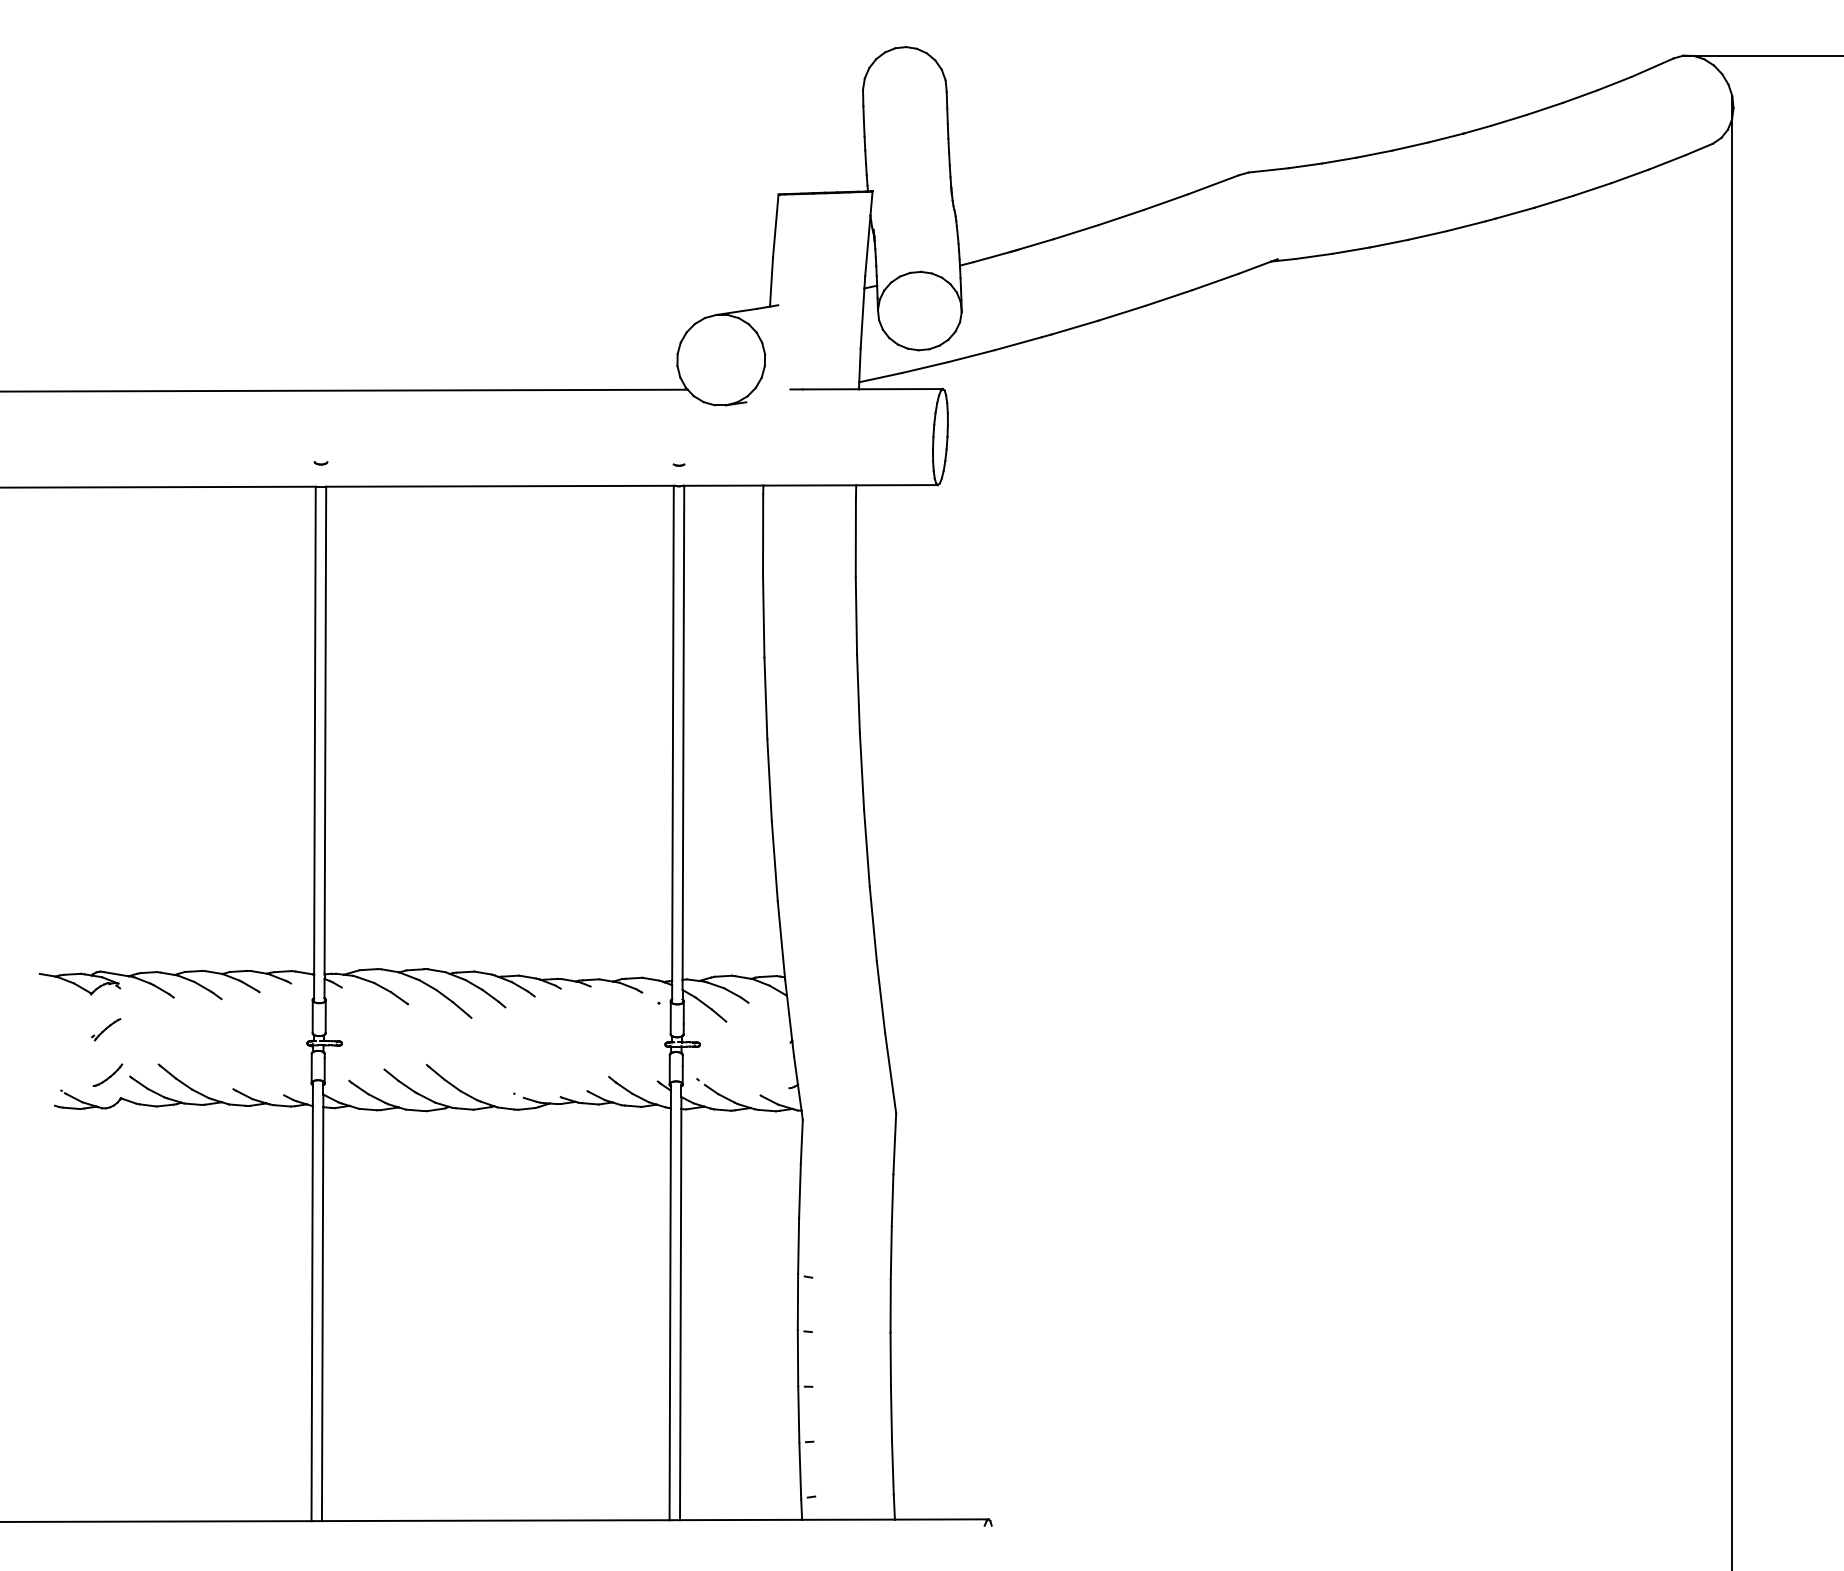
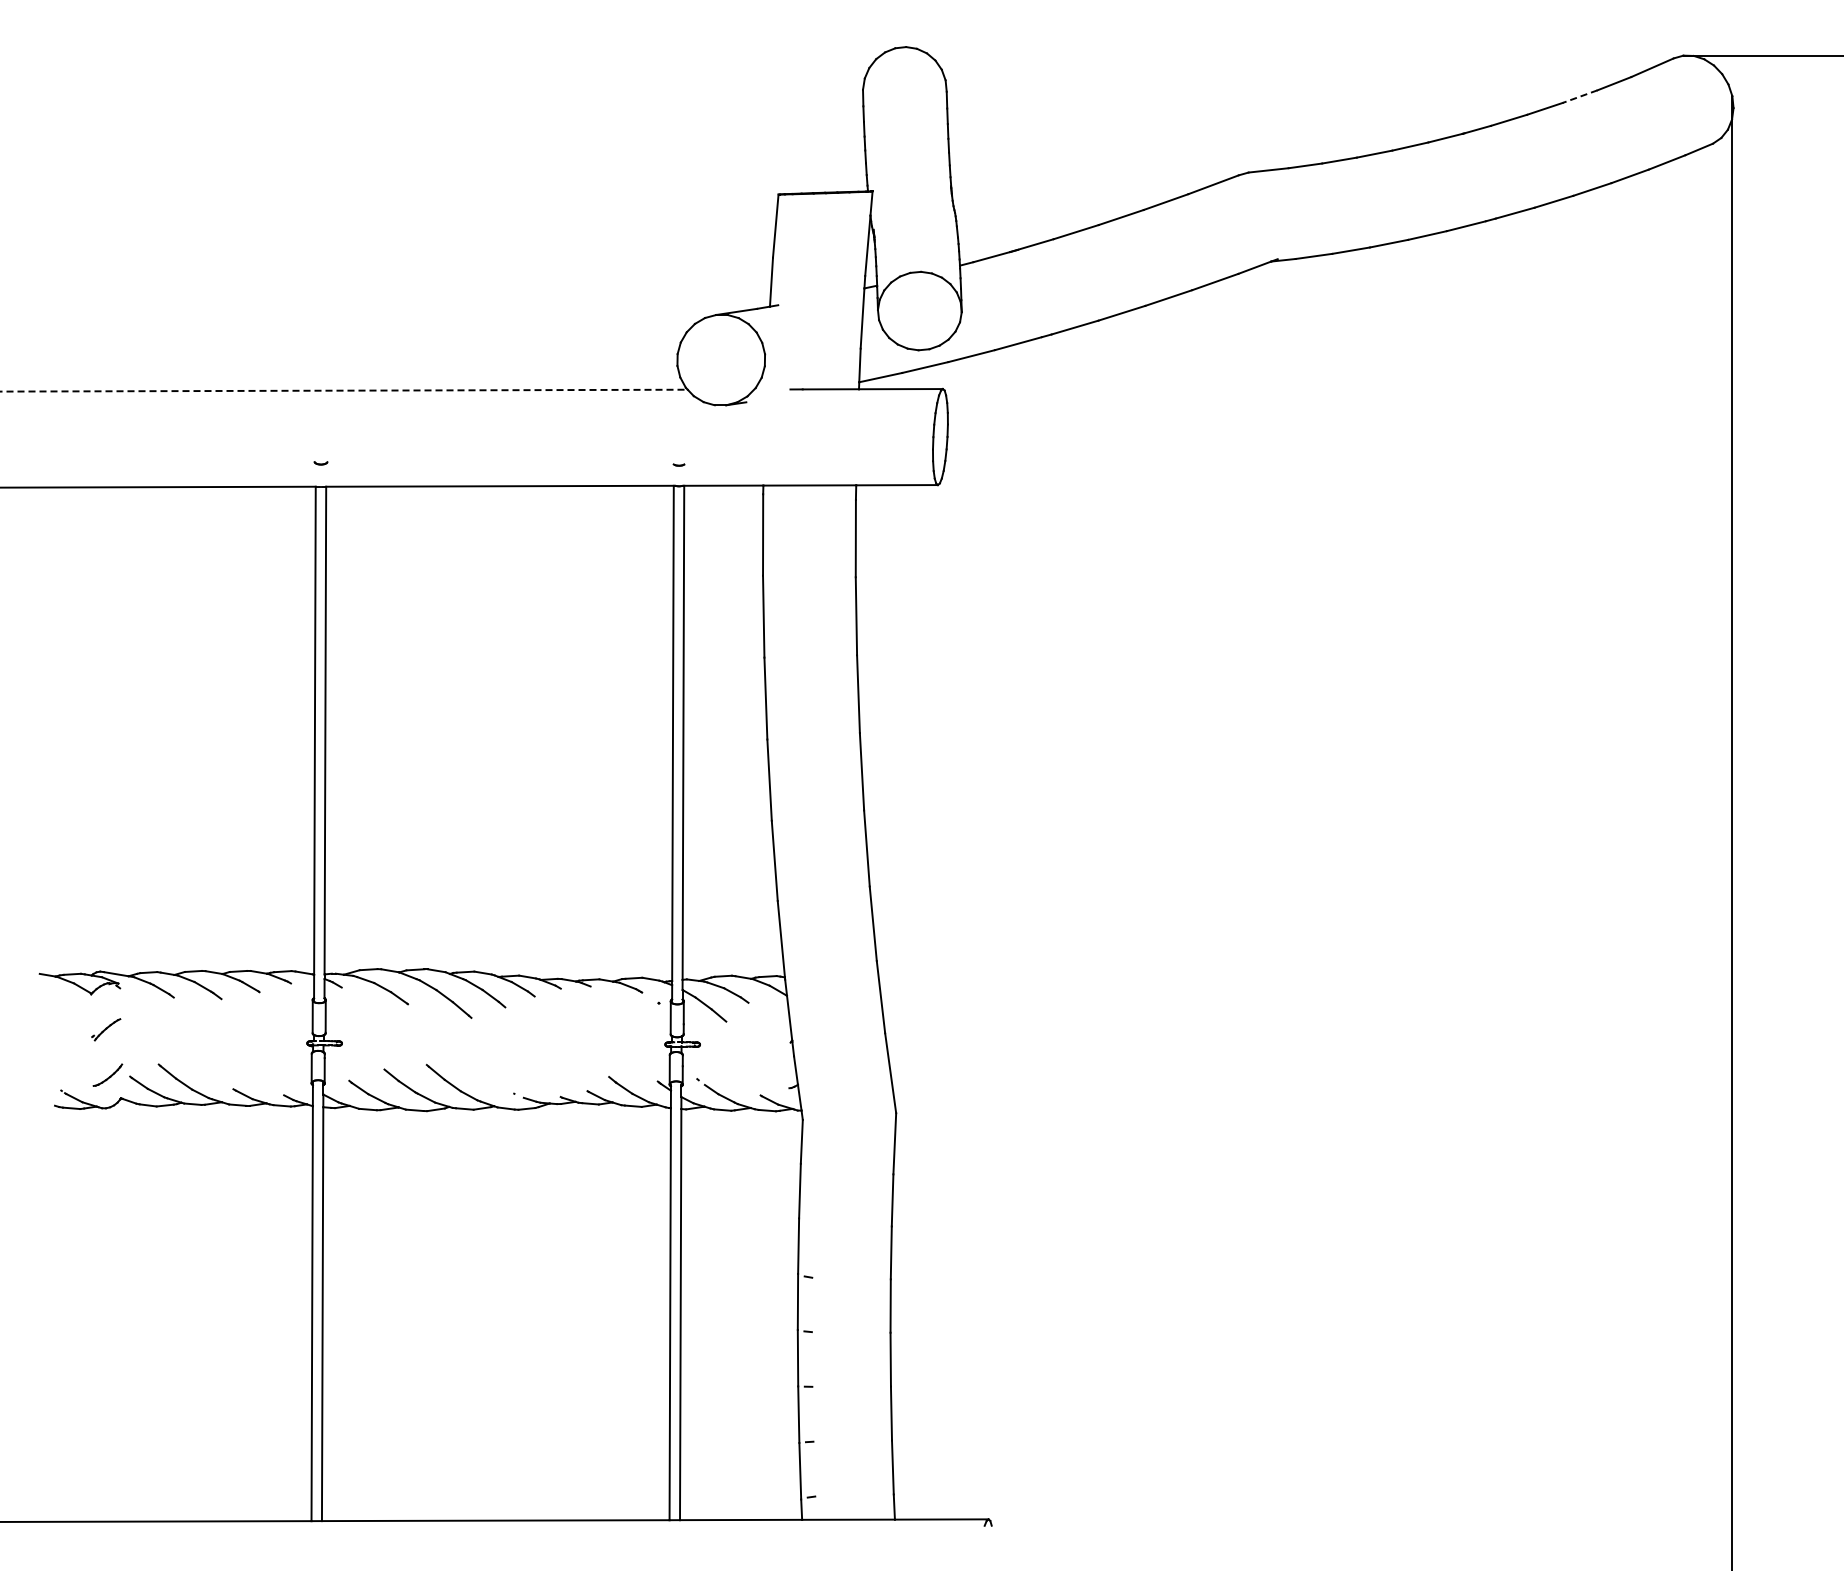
line at (1580, 96): solid -> dashed
line at (343, 390): solid -> dashed
